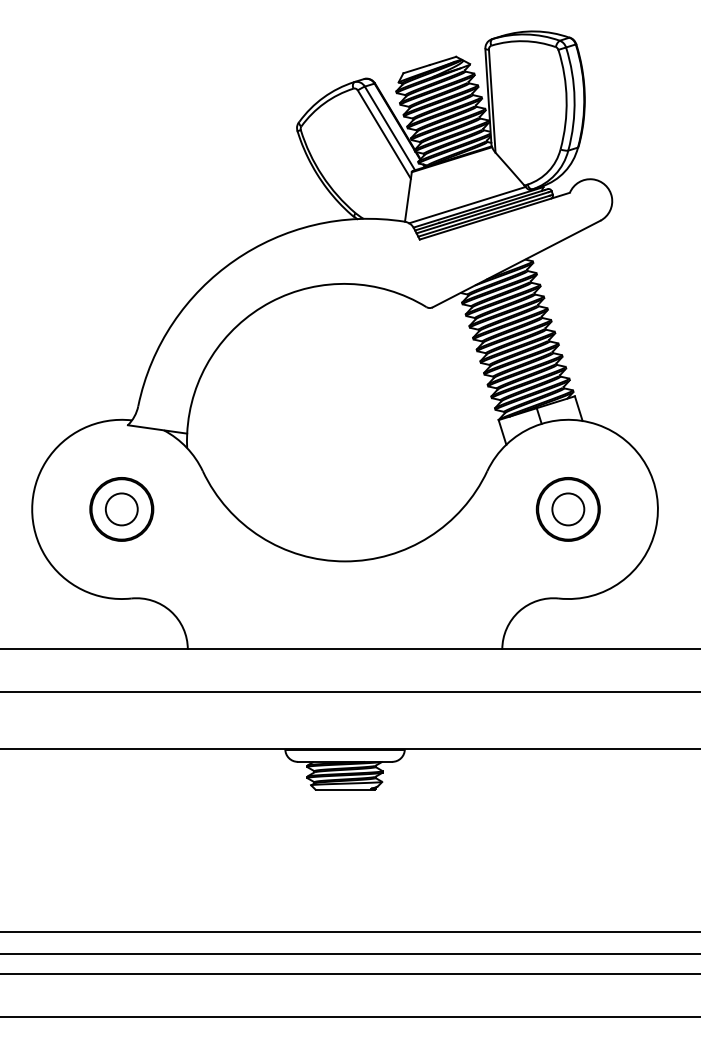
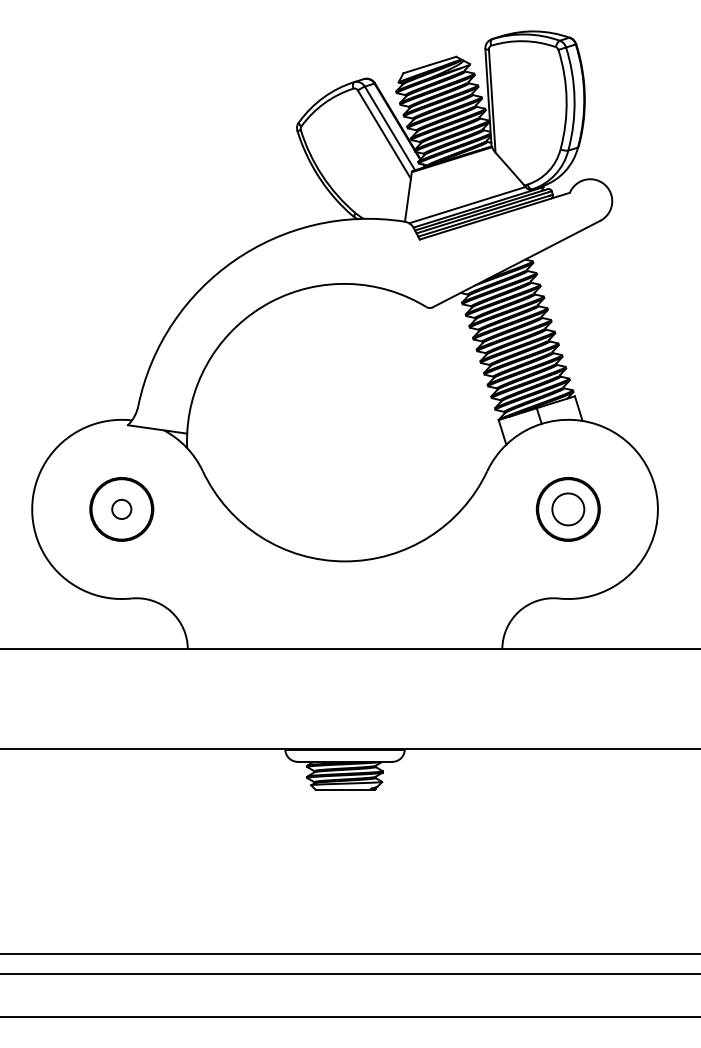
circle at (121, 509) diameter: 32 px -> 19 px
line at (349, 691): present -> none
line at (349, 931): present -> none
